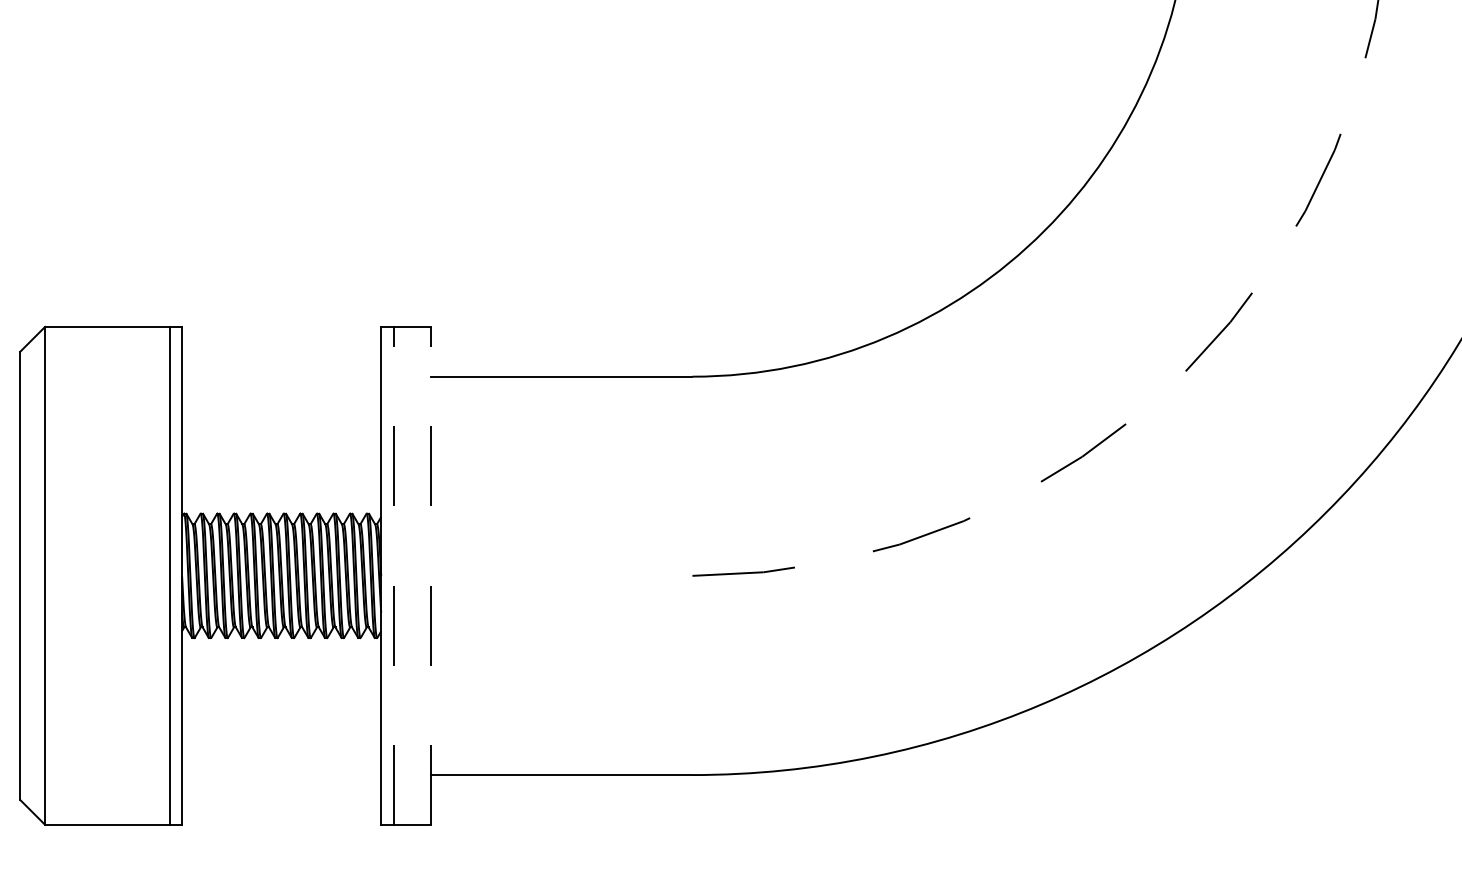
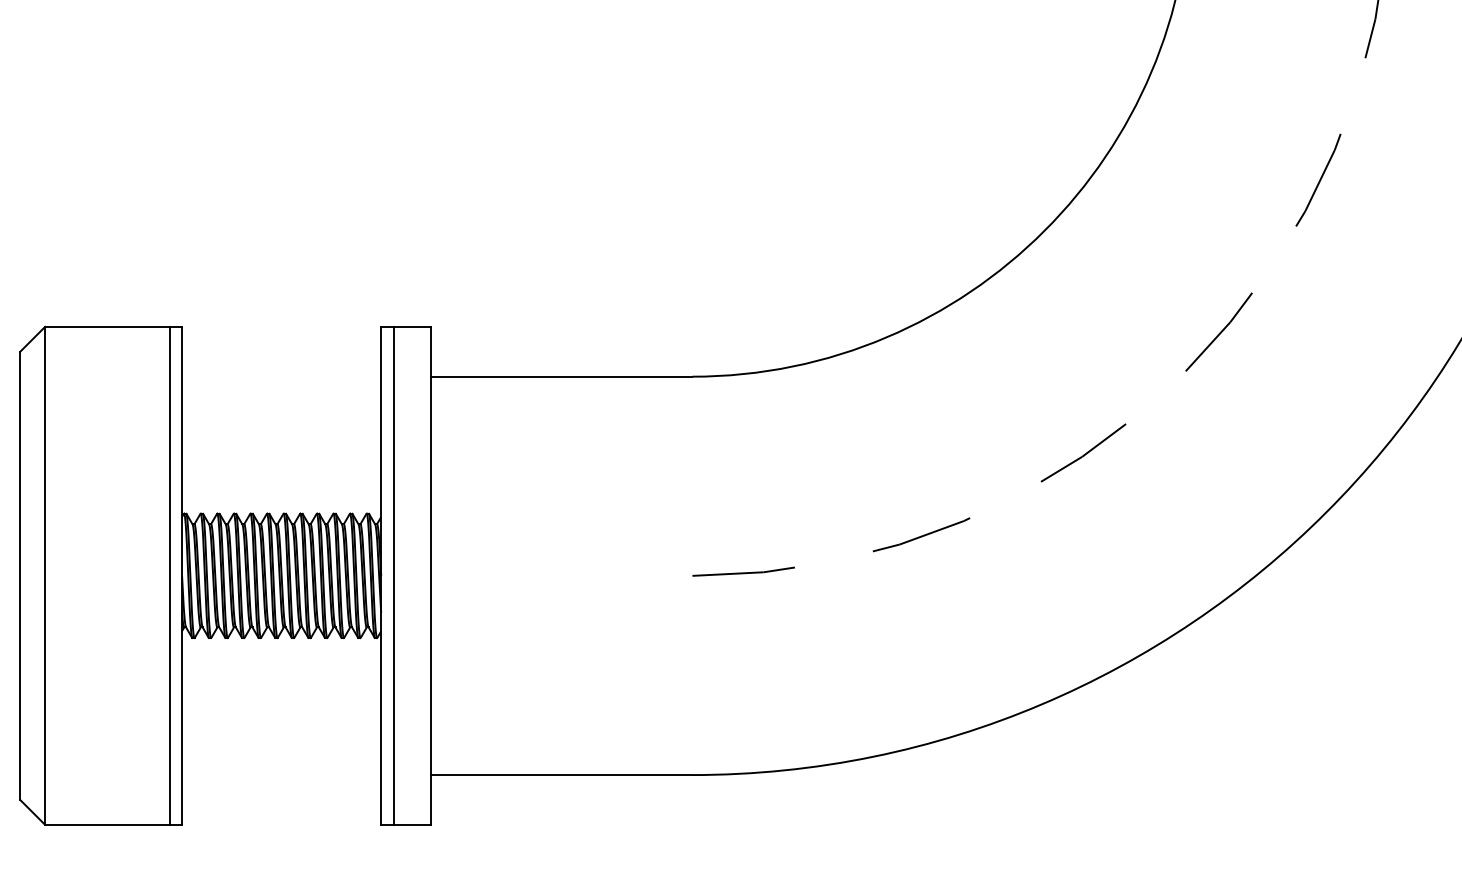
line at (393, 575): dashed -> solid
line at (431, 575): dashed -> solid
